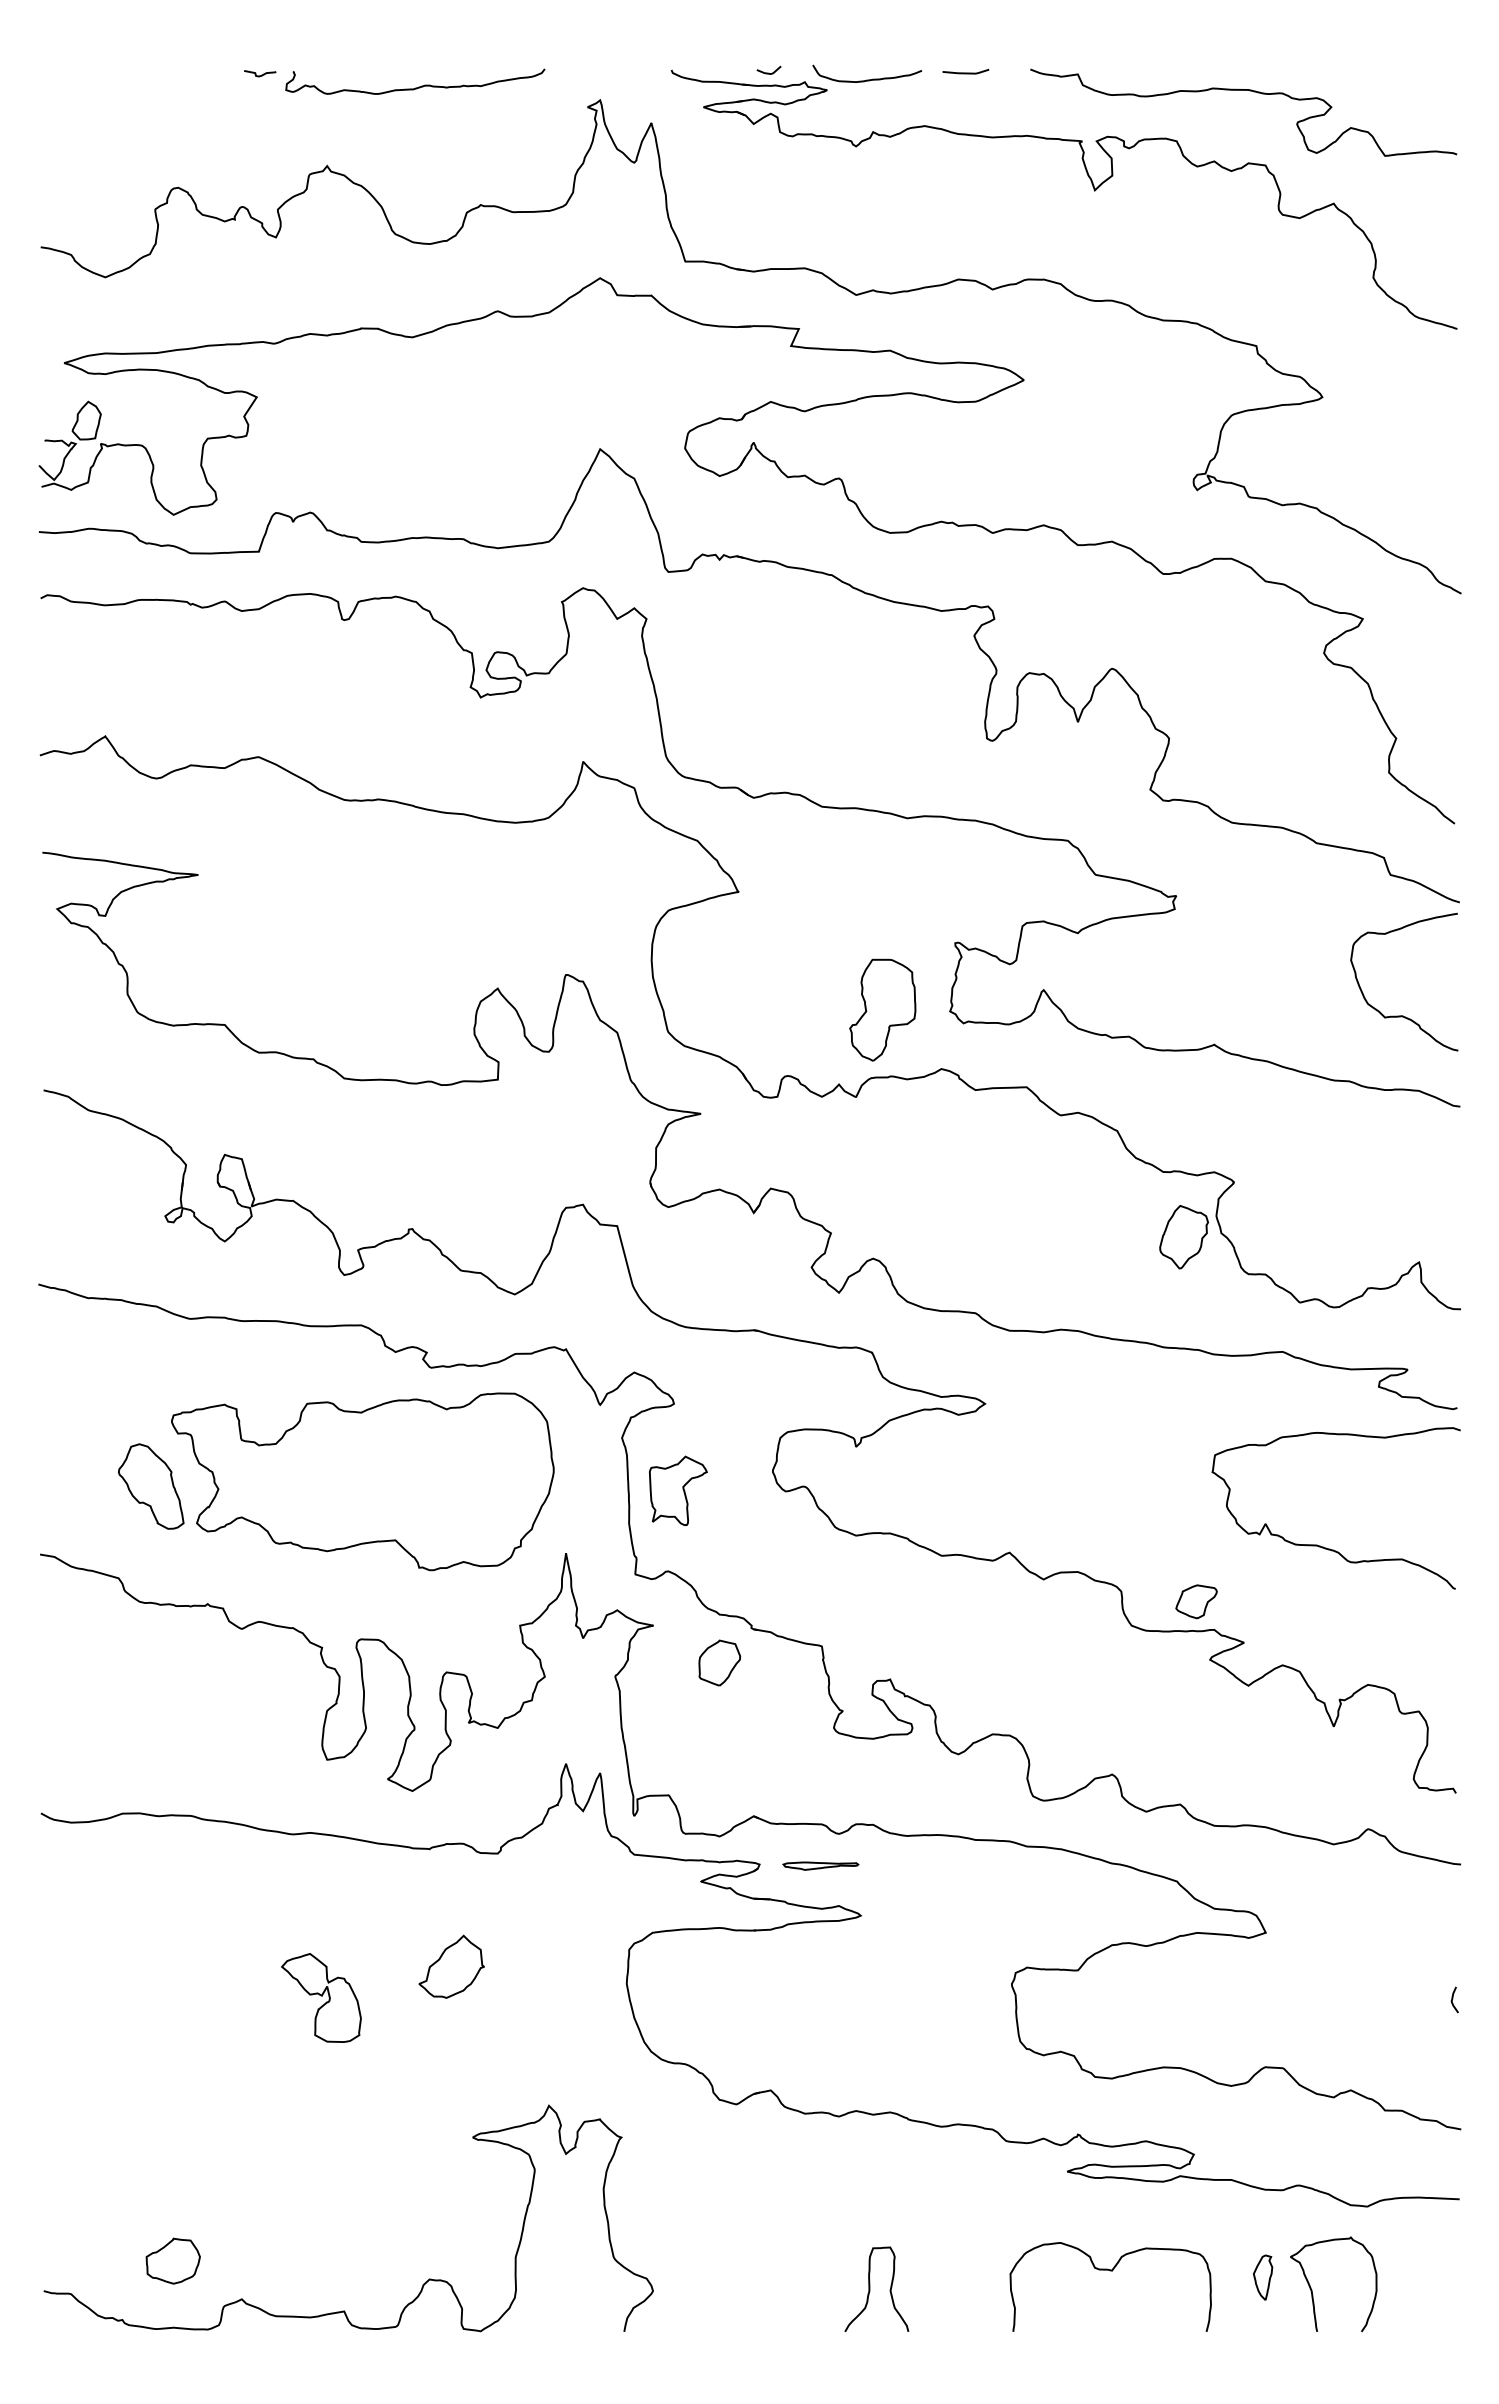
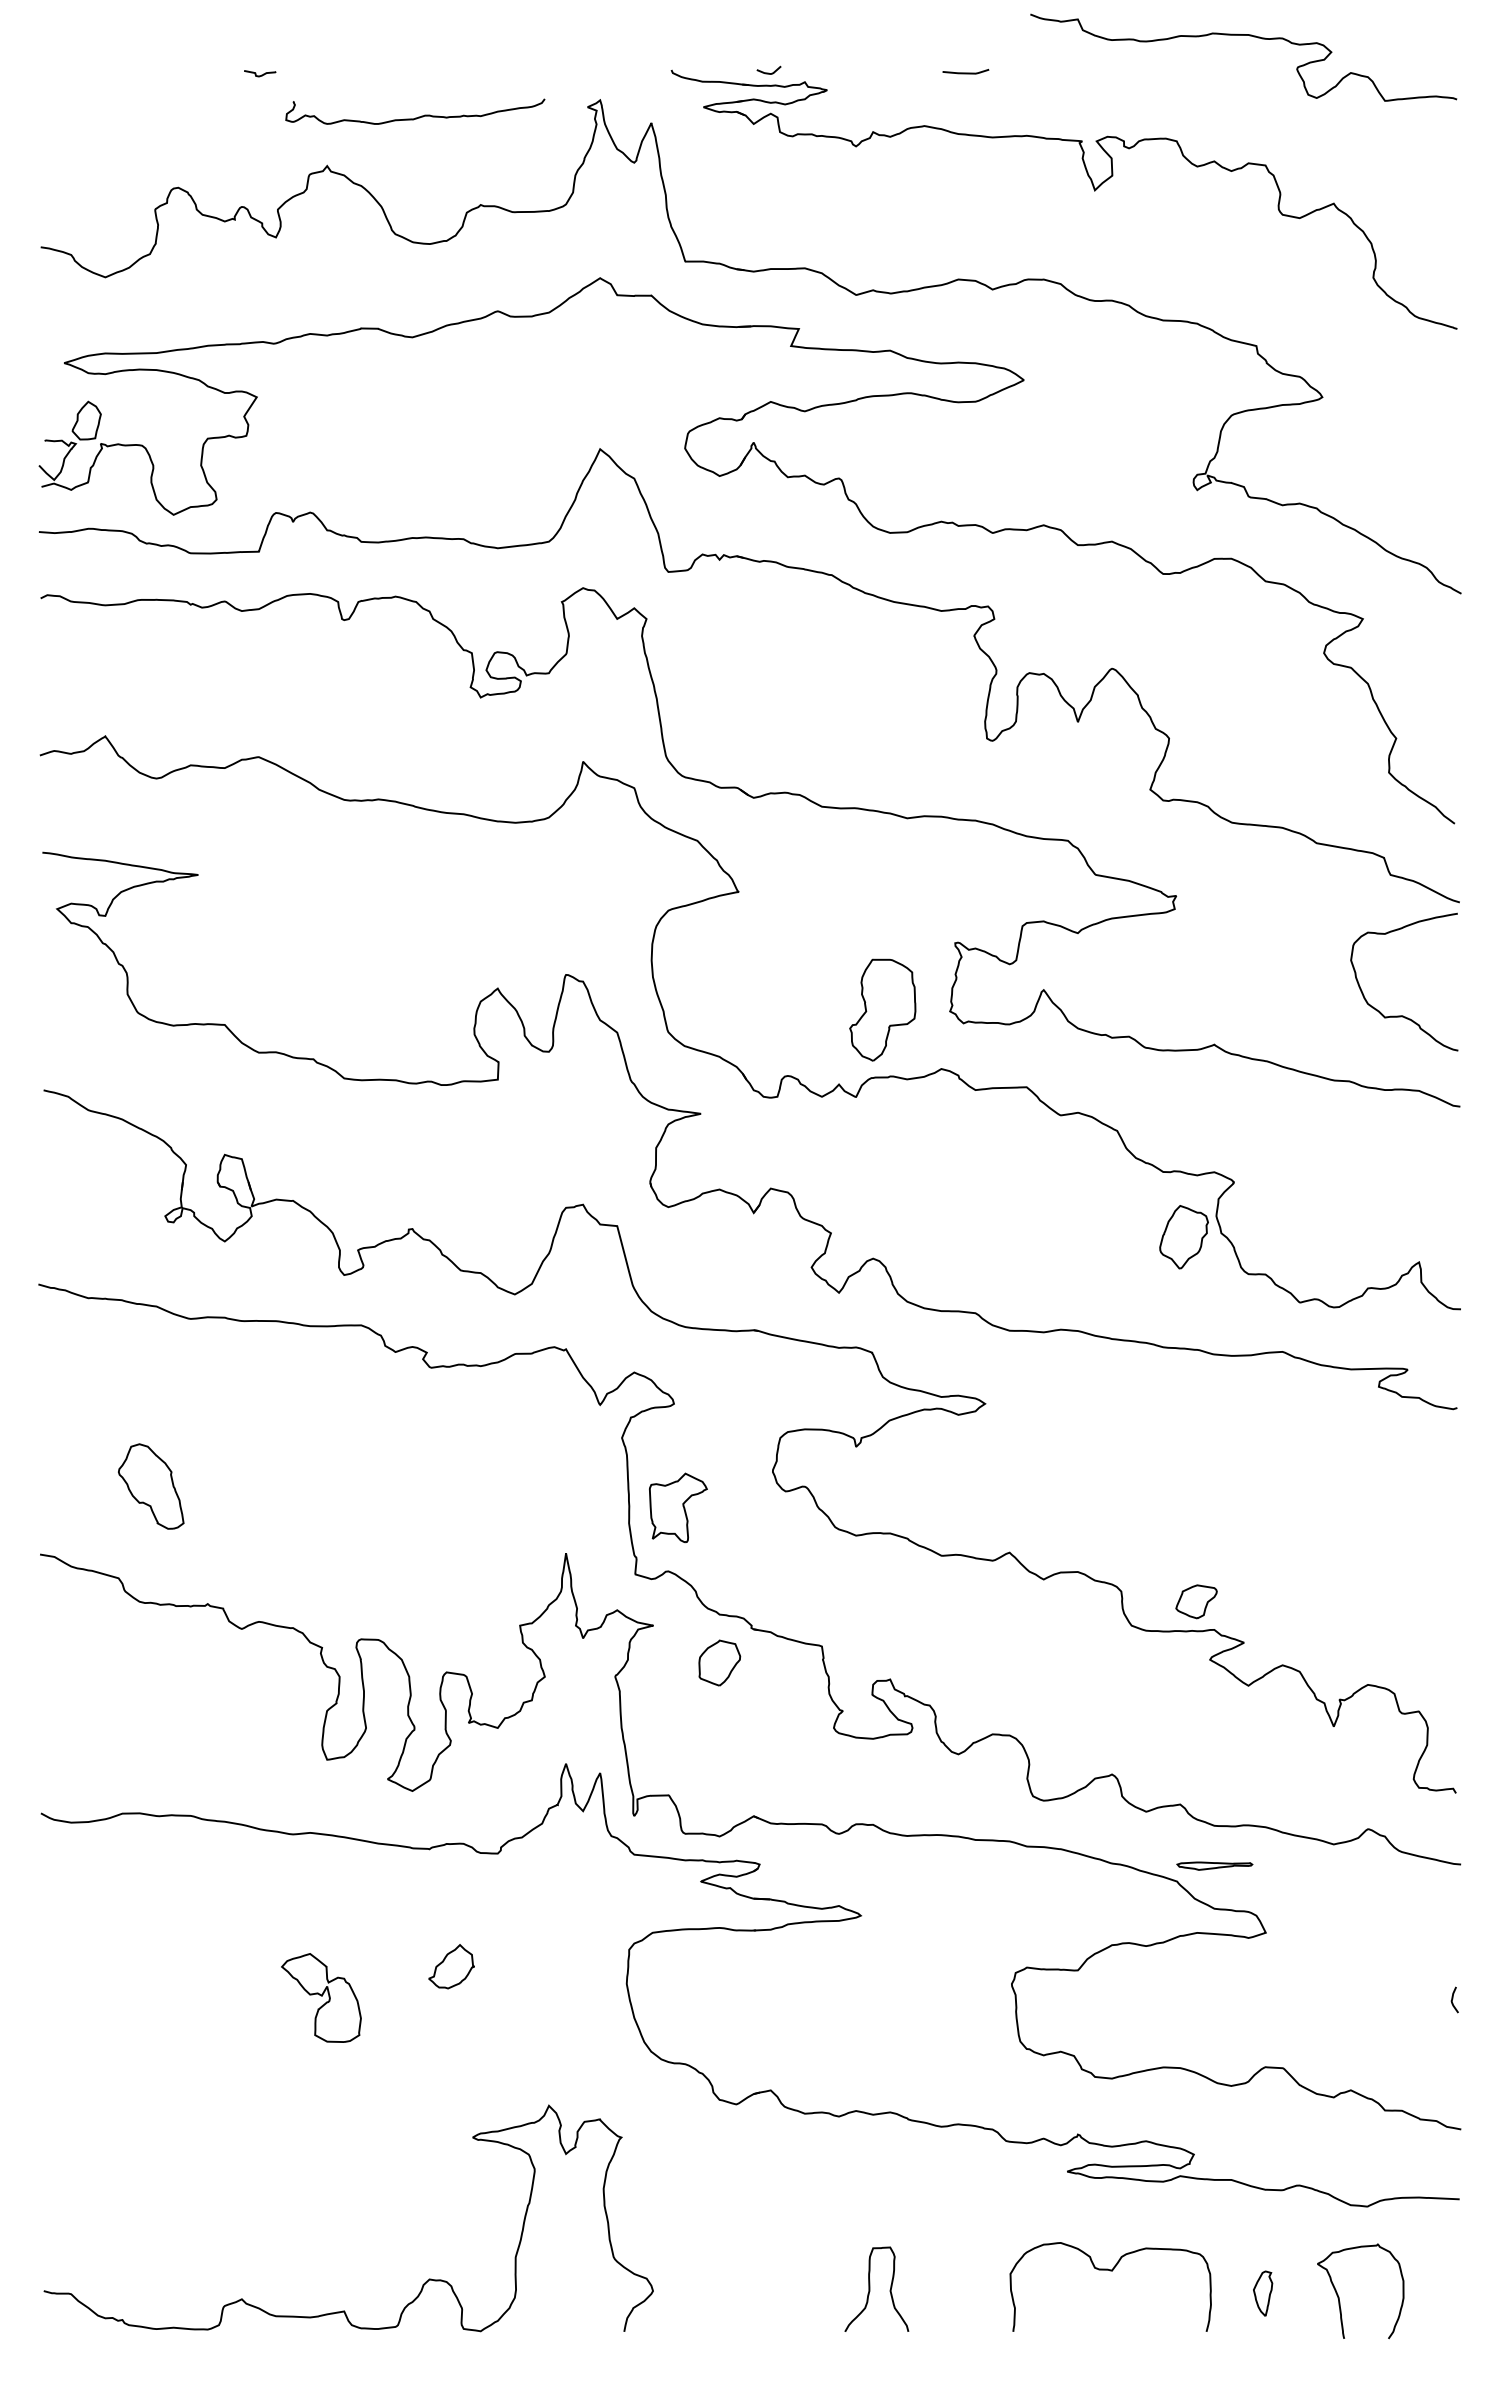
curve at (867, 79): present -> none
curve at (418, 86) position: (418, 86) -> (418, 116)
curve at (1249, 91) position: (1249, 91) -> (1249, 36)
part at (362, 1481): present -> none
part at (678, 1490) position: (678, 1490) -> (678, 1507)
curve at (1323, 1546): present -> none
part at (820, 1865) position: (820, 1865) -> (1214, 1865)
part at (451, 1966) size: 67x65 px -> 47x46 px
part at (172, 2260): present -> none
part at (1263, 2277) position: (1263, 2277) -> (1263, 2293)
curve at (1312, 2290) position: (1312, 2290) -> (1339, 2297)
